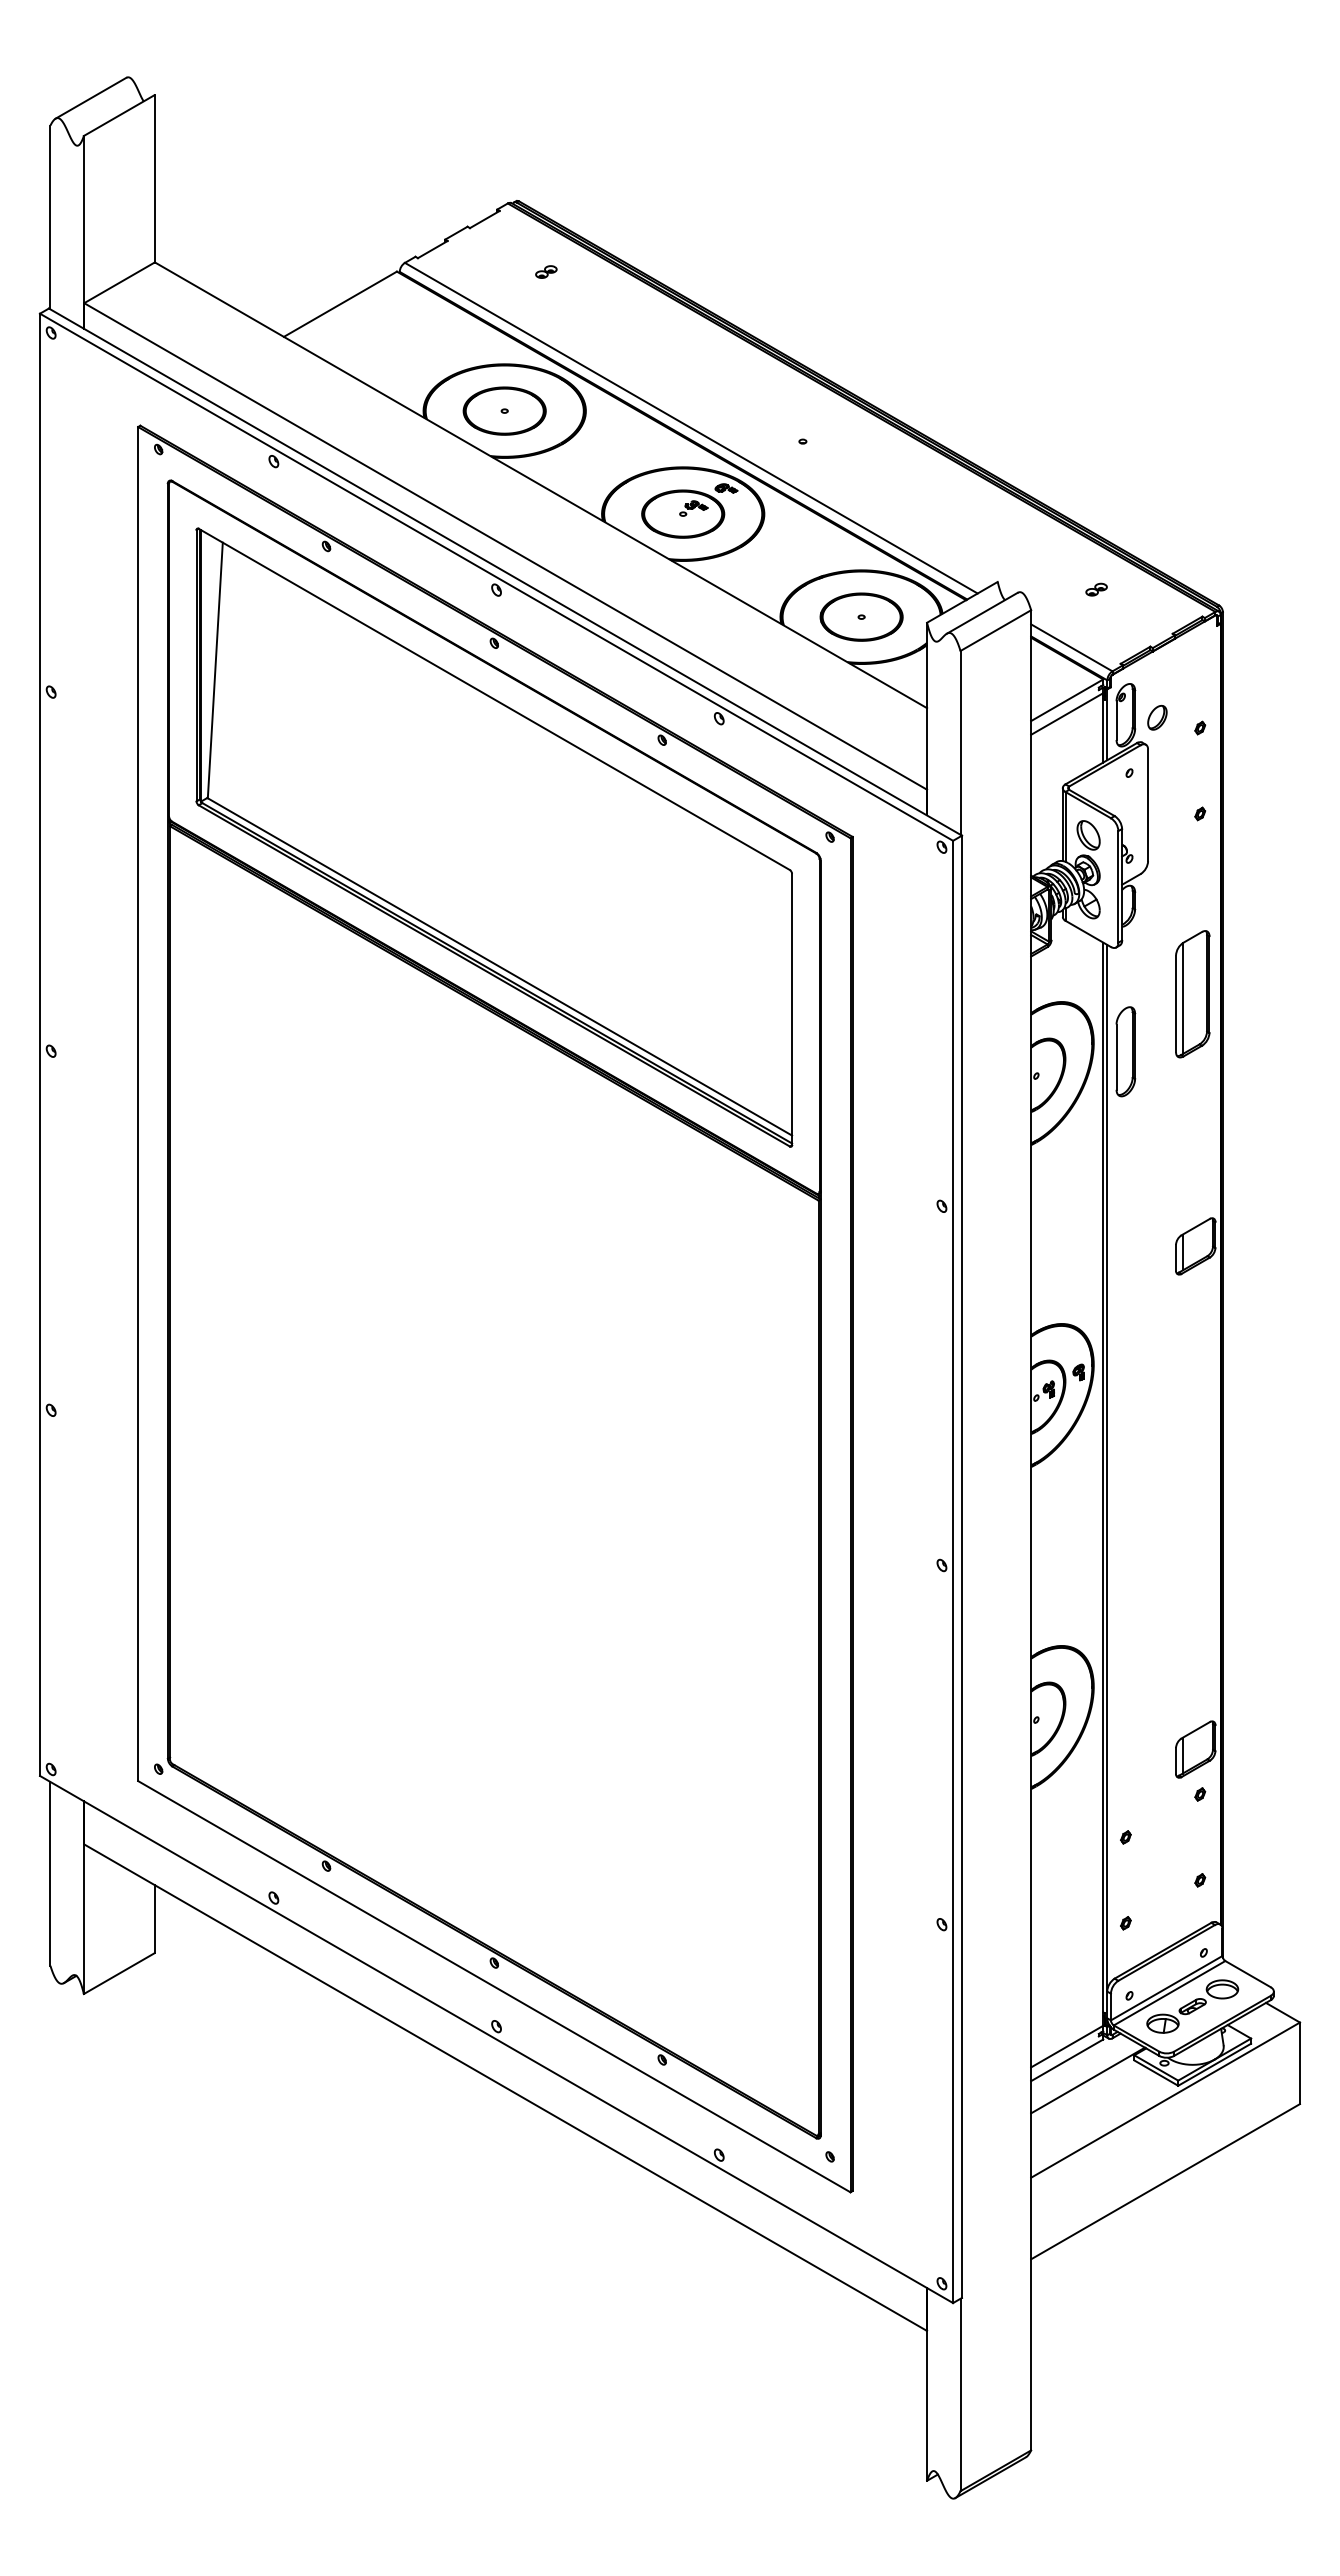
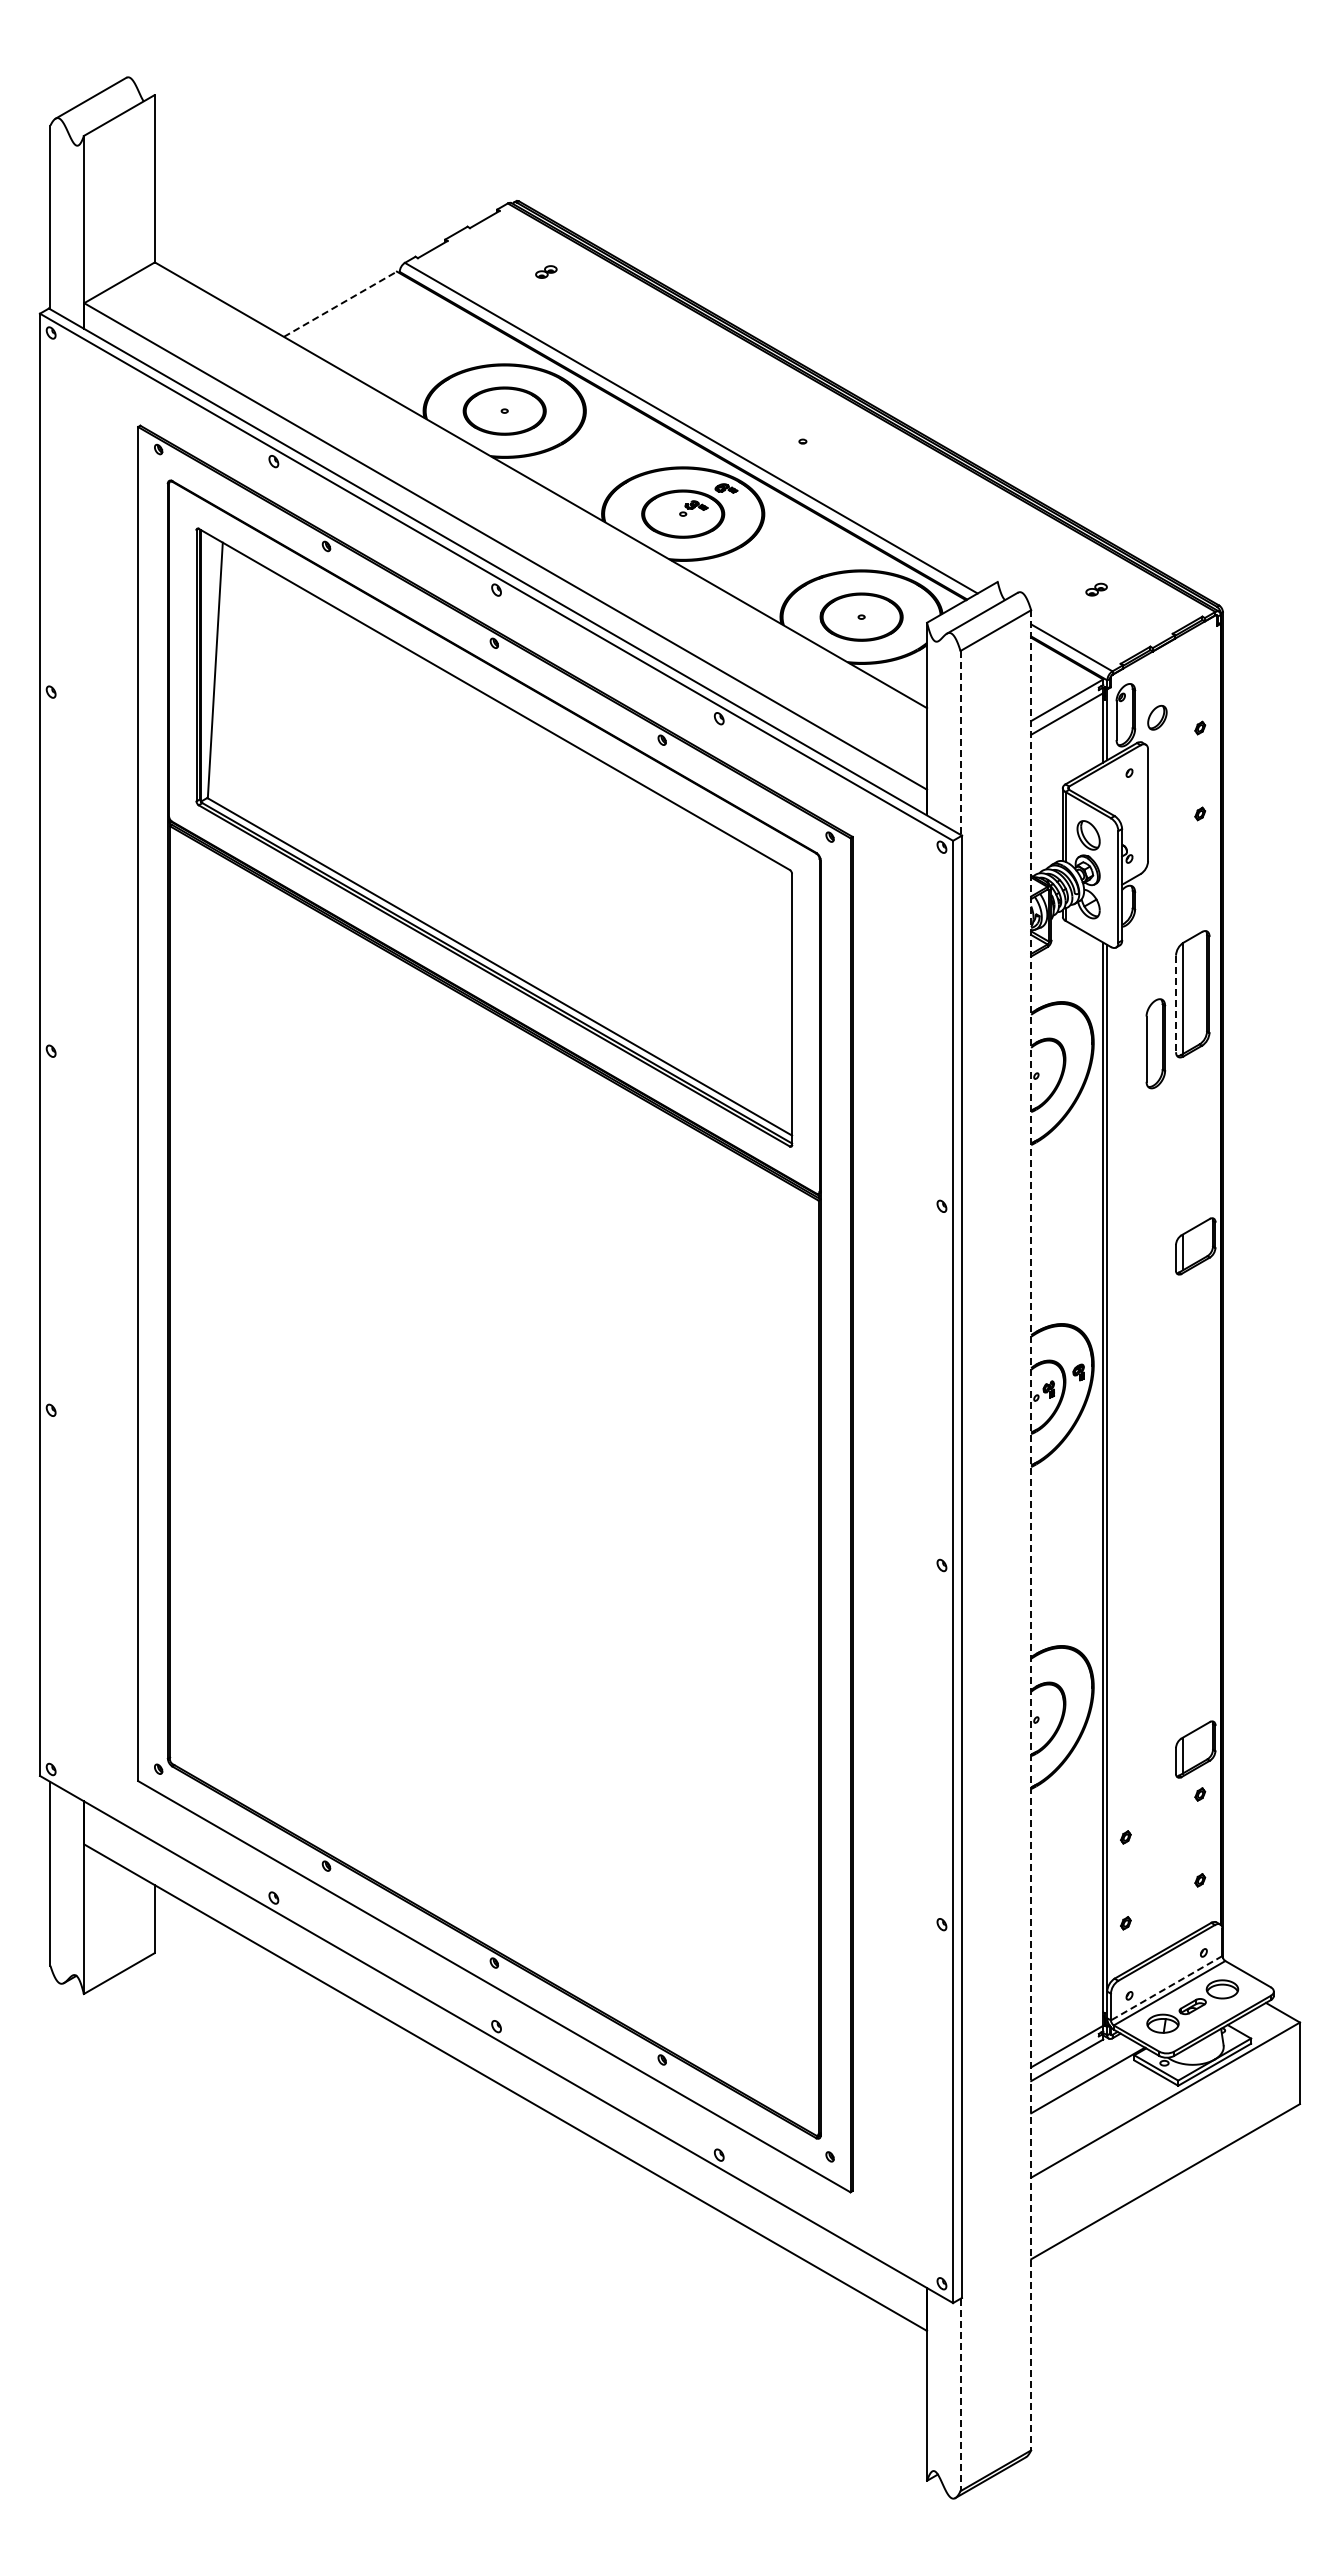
line at (340, 304): solid -> dashed
line at (960, 742): solid -> dashed
line at (1176, 1004): solid -> dashed
part at (1125, 1051) position: (1125, 1051) -> (1155, 1043)
line at (1031, 1530): solid -> dashed
line at (1166, 1988): solid -> dashed
line at (960, 2395): solid -> dashed
